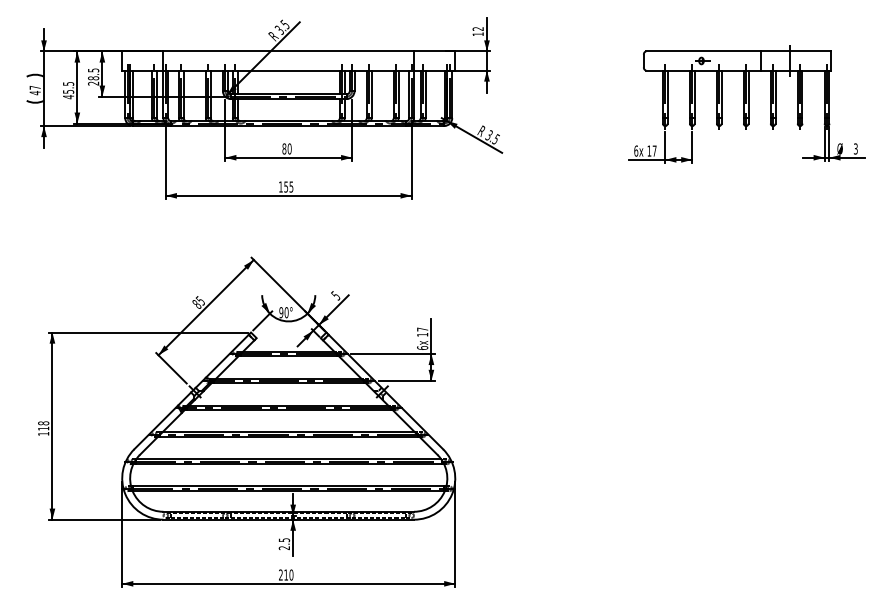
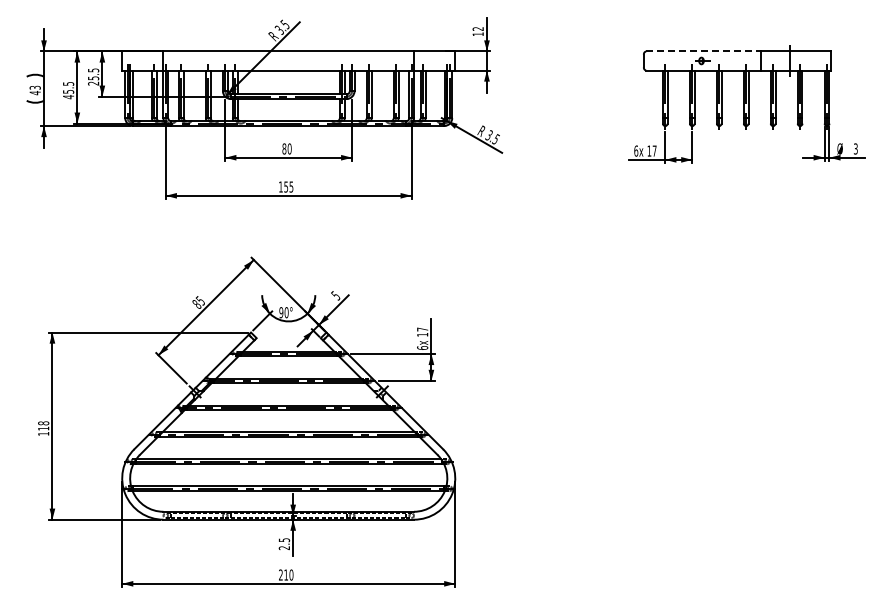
line at (703, 51): solid -> dashed
text at (93, 78): 28.5 -> 25.5
text at (34, 87): 47 -> 43
